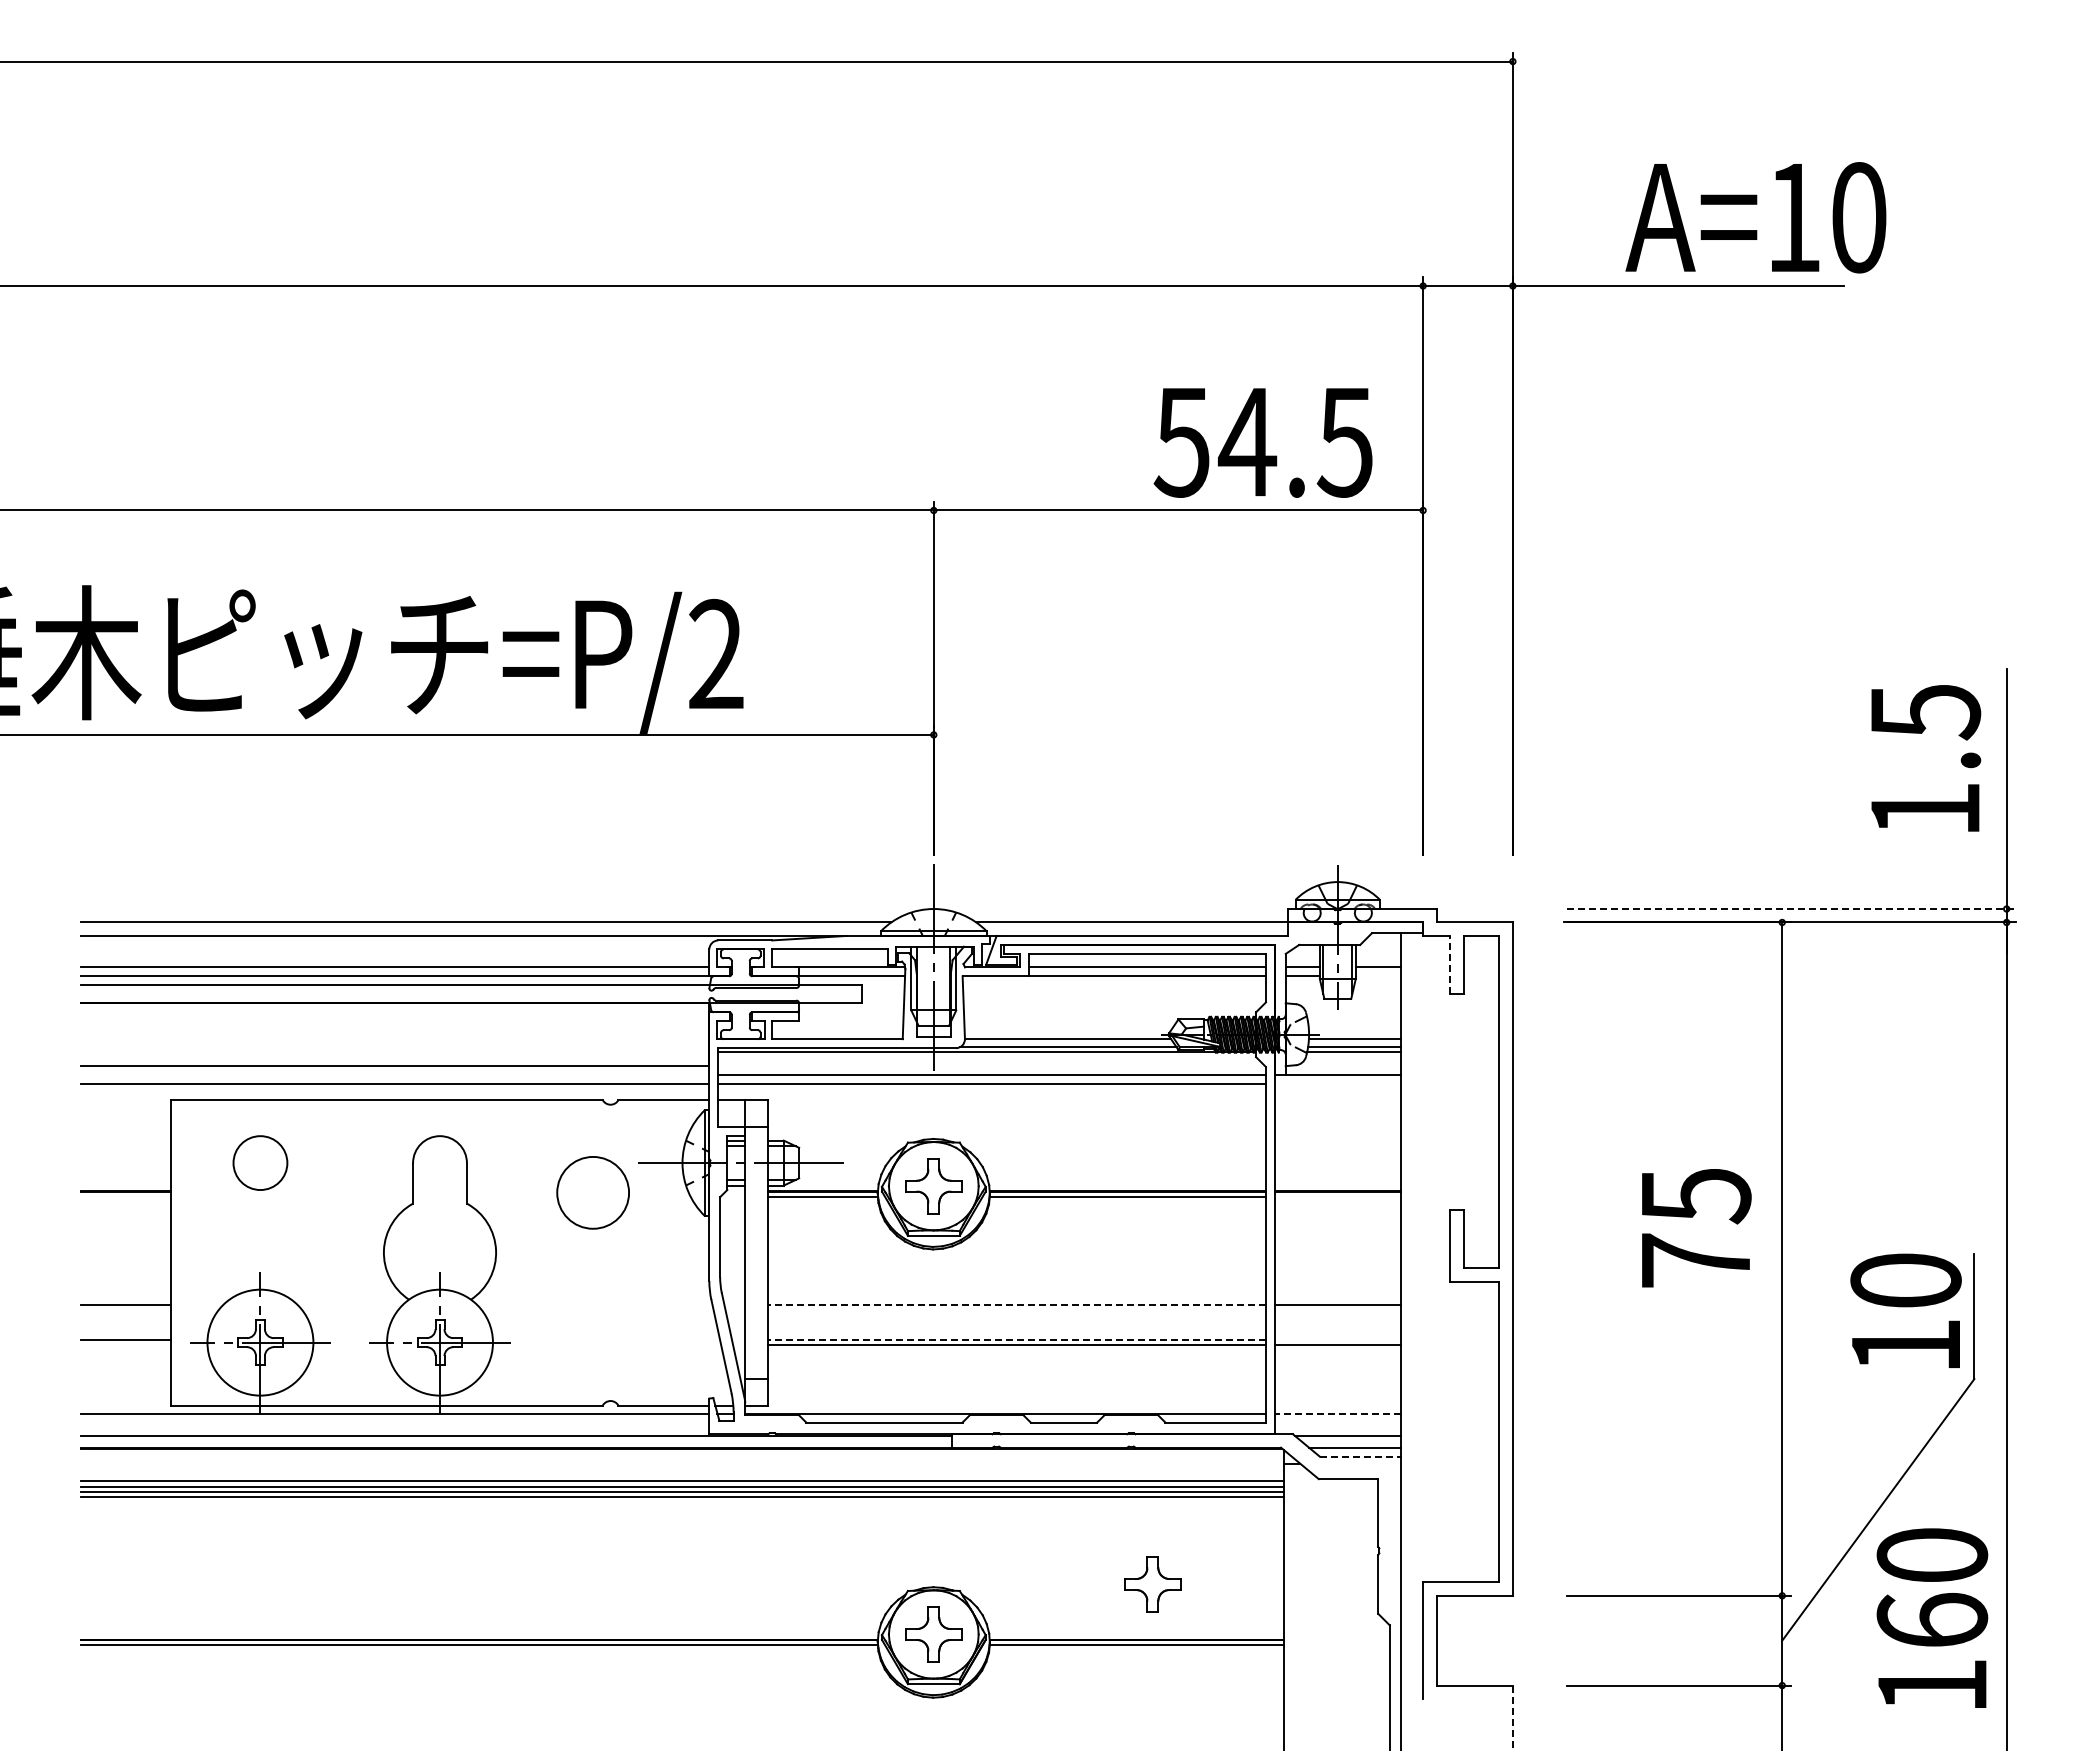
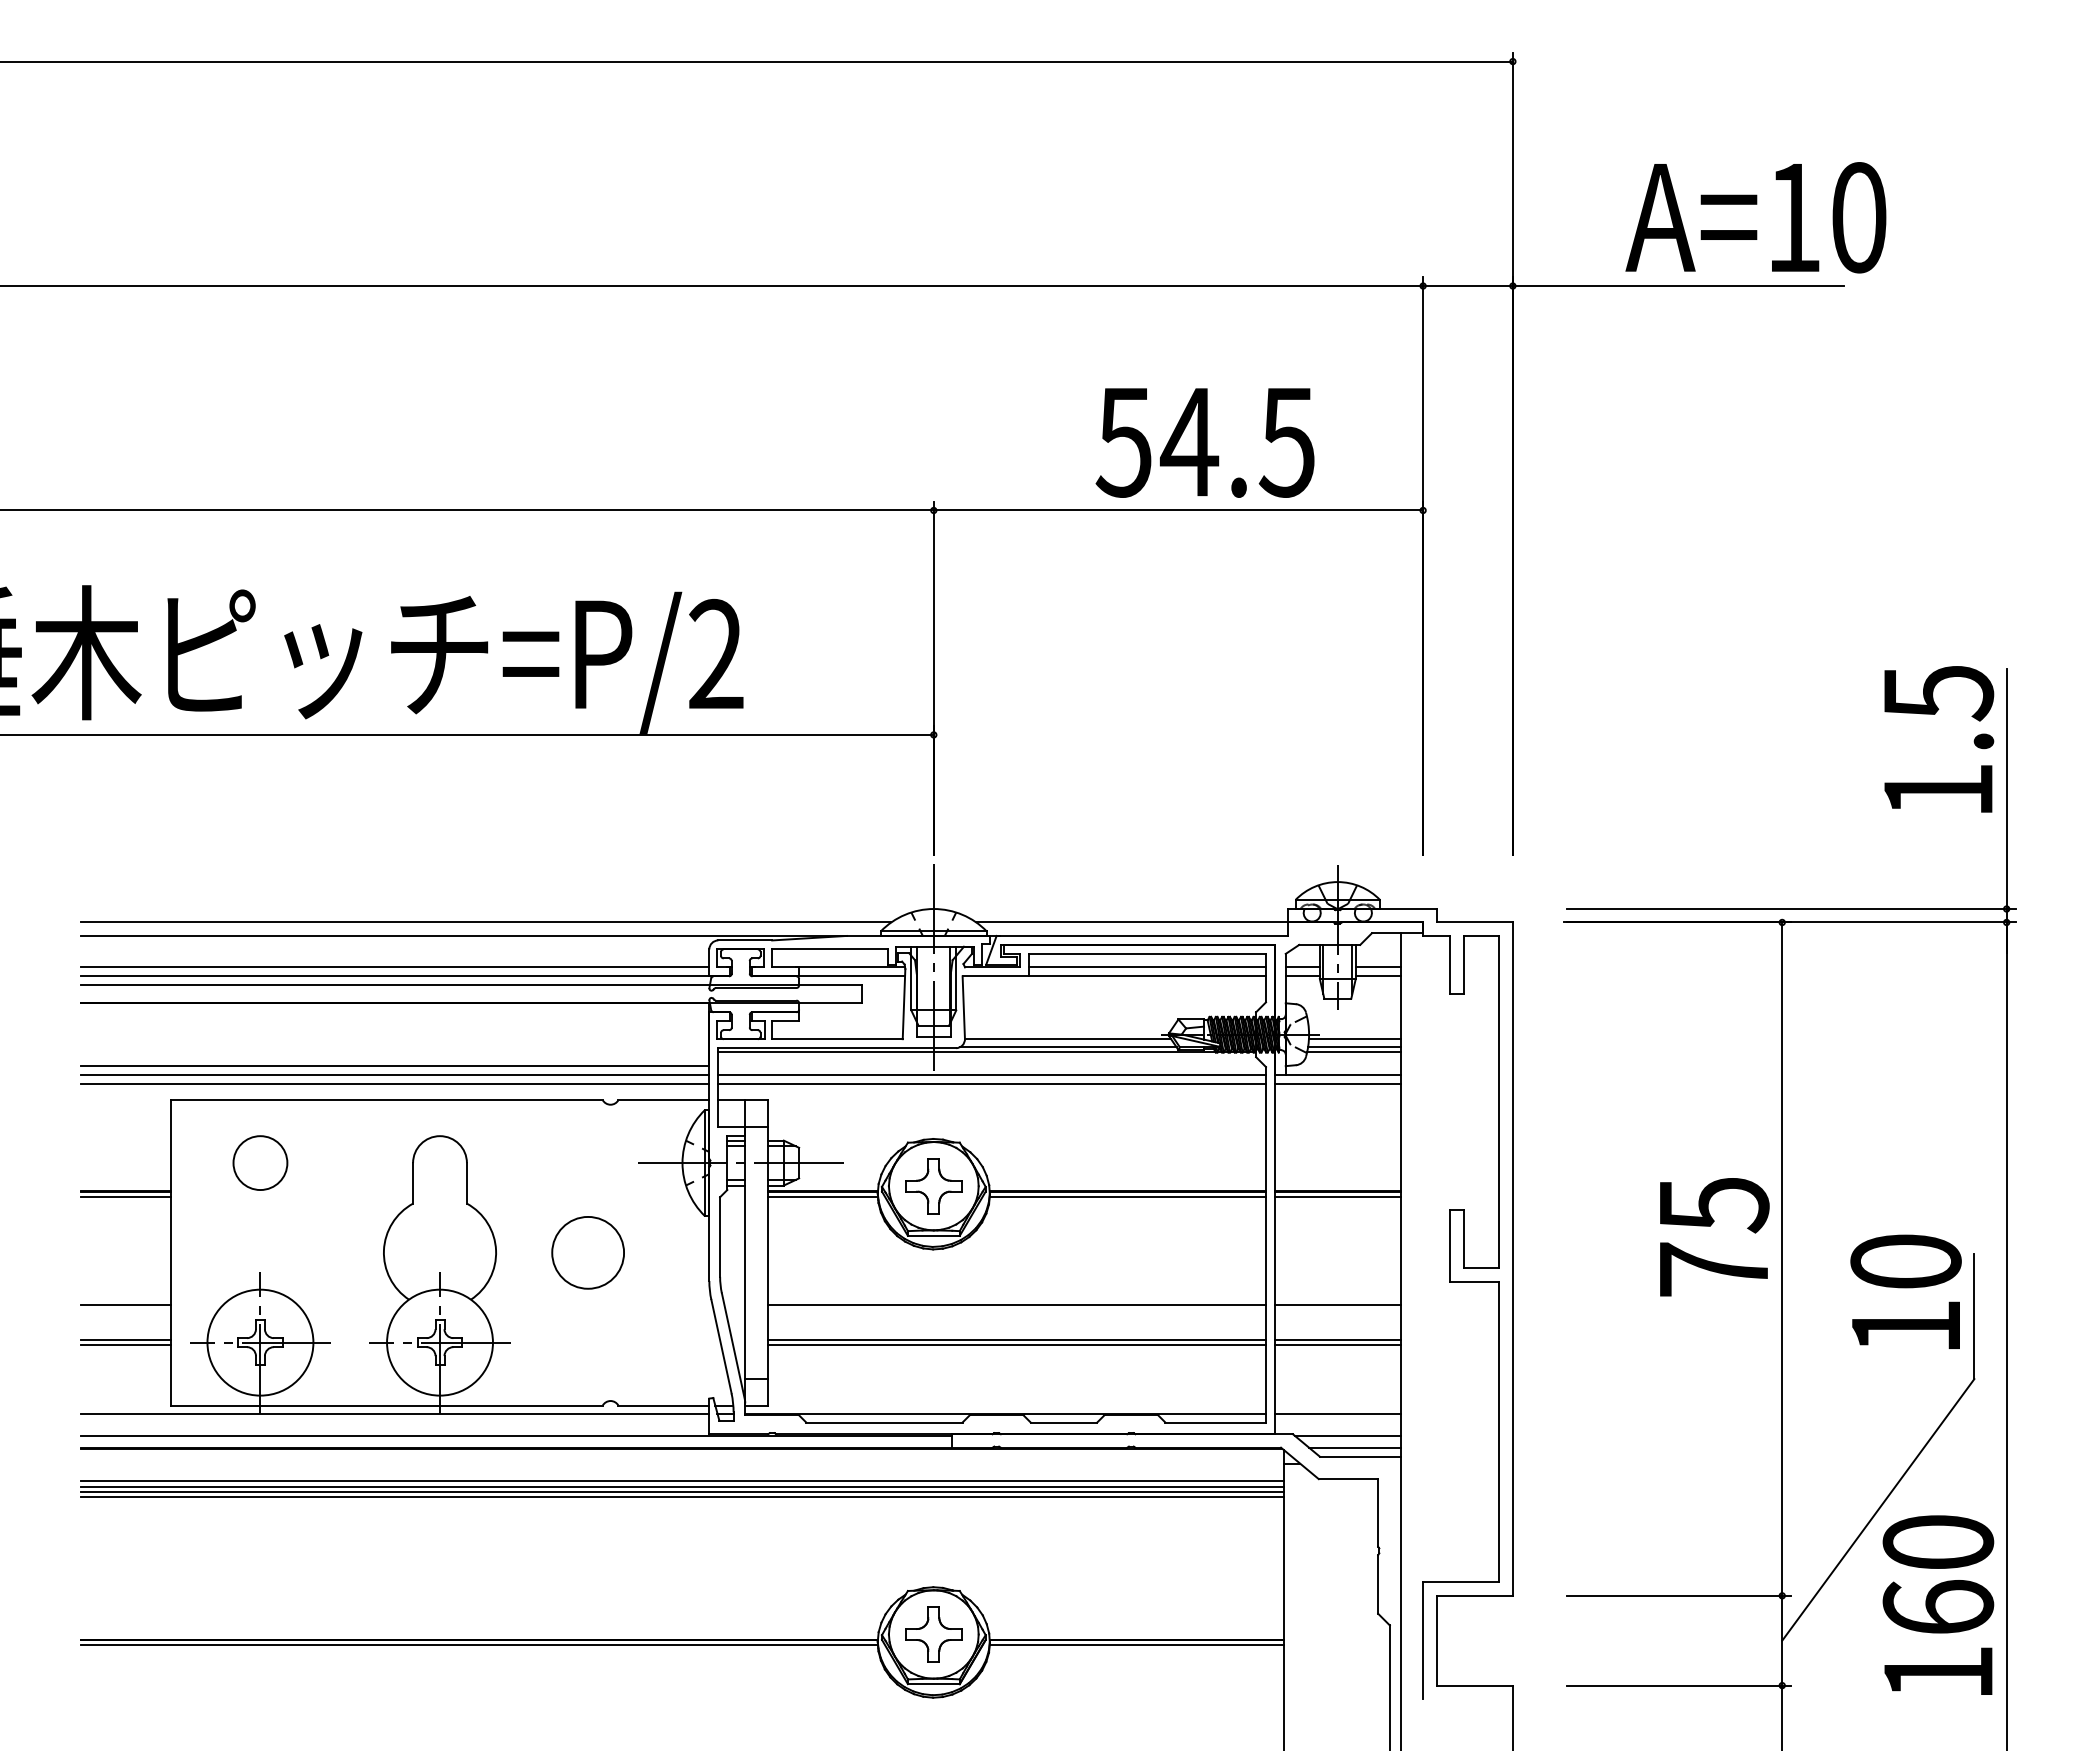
text at (1262, 442) position: (1262, 442) -> (1204, 442)
text at (1926, 758) position: (1926, 758) -> (1939, 739)
line at (1791, 909): dashed -> solid
line at (1450, 964): dashed -> solid
line at (1377, 976): none -> present
line at (394, 1075): none -> present
line at (1337, 1084): none -> present
circle at (592, 1192) position: (592, 1192) -> (587, 1252)
line at (125, 1196): none -> present
line at (1337, 1196): none -> present
text at (1696, 1228) position: (1696, 1228) -> (1714, 1237)
line at (1016, 1304): dashed -> solid
text at (1905, 1310) position: (1905, 1310) -> (1905, 1291)
line at (1016, 1339): dashed -> solid
line at (1337, 1339): none -> present
line at (125, 1345): none -> present
line at (1337, 1413): dashed -> solid
line at (1360, 1456): dashed -> solid
part at (1152, 1584): present -> none
text at (1932, 1617) position: (1932, 1617) -> (1938, 1604)
line at (1512, 1718): dashed -> solid
